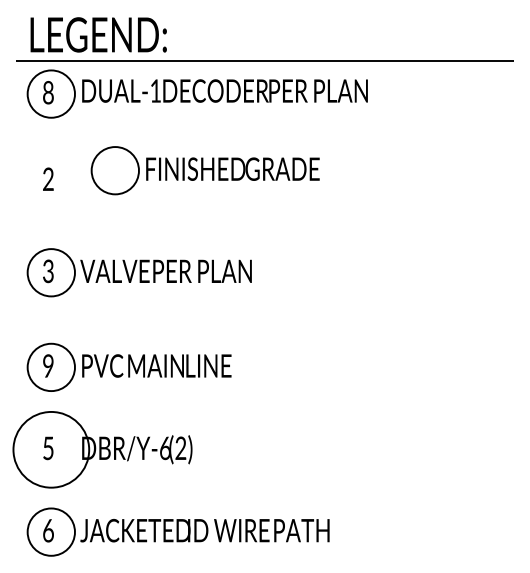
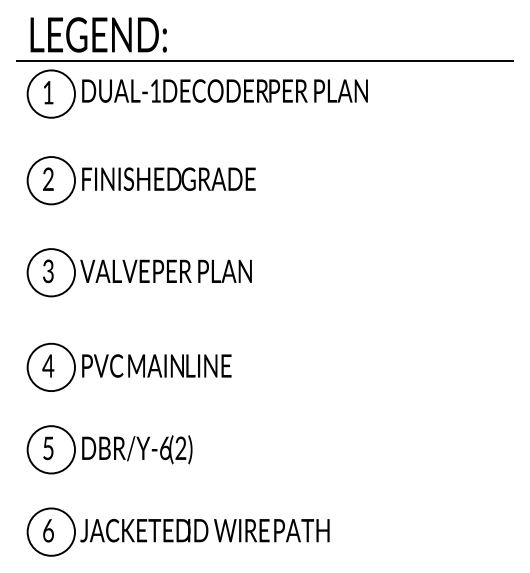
text at (48, 92): 8 -> 1
part at (204, 170) position: (204, 170) -> (140, 180)
text at (48, 365): 9 -> 4
circle at (51, 449) diameter: 76 px -> 47 px
